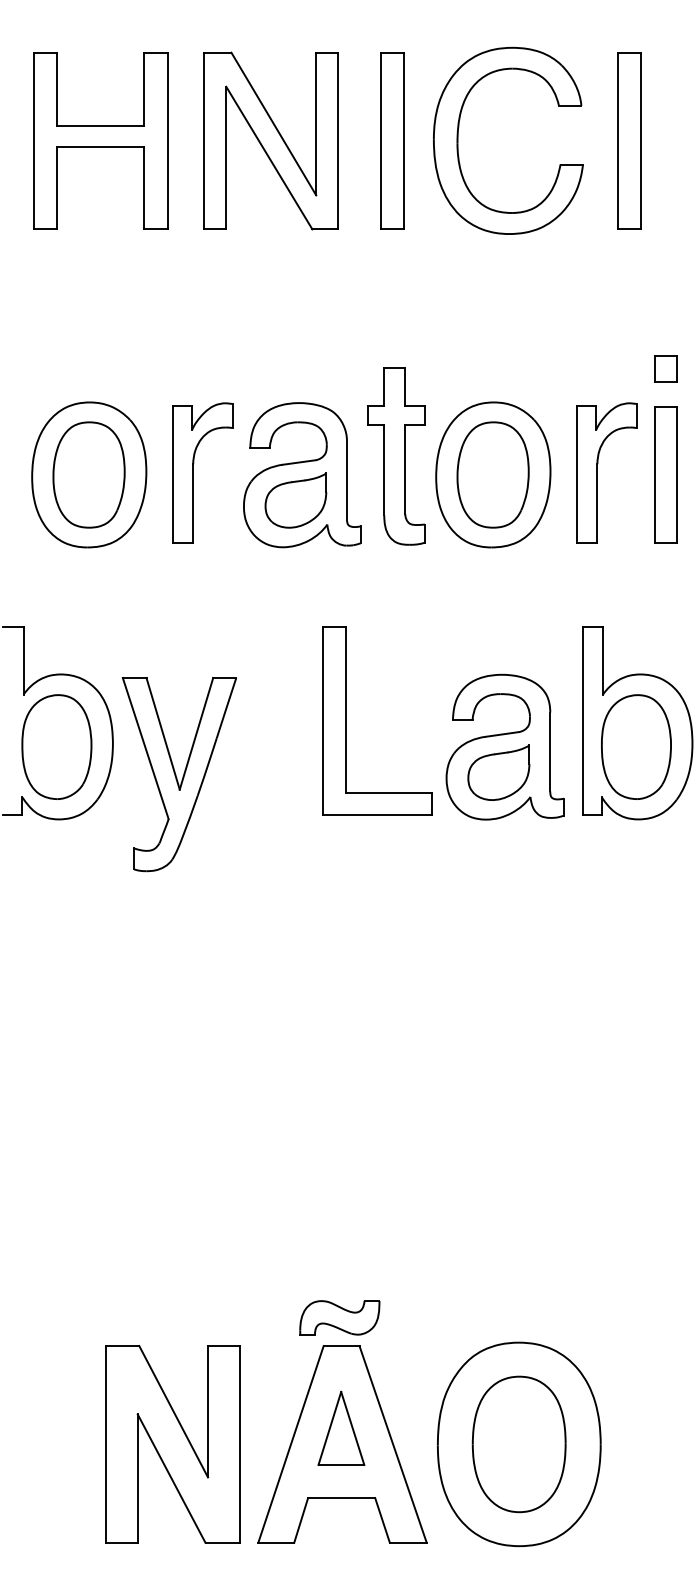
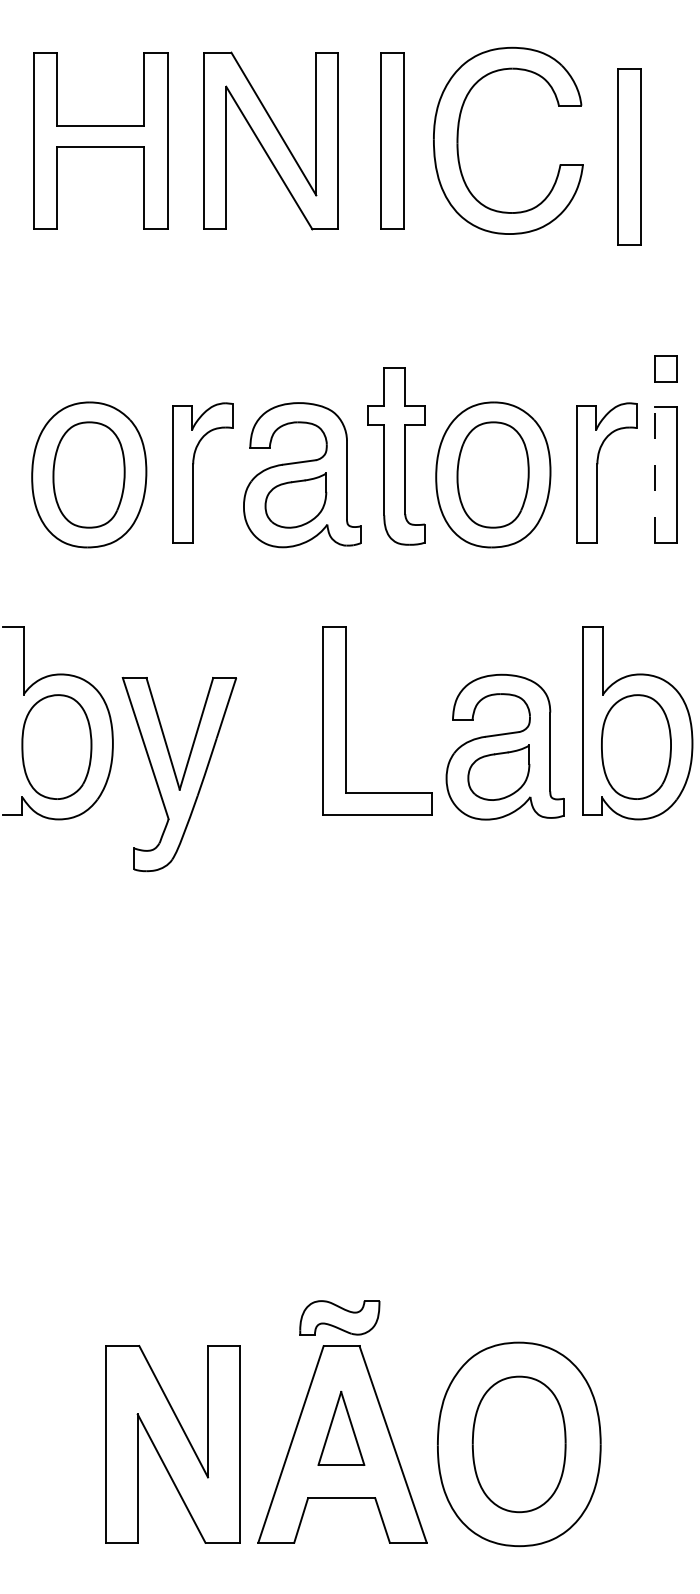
part at (629, 140) position: (629, 140) -> (629, 156)
line at (655, 474): solid -> dashed
